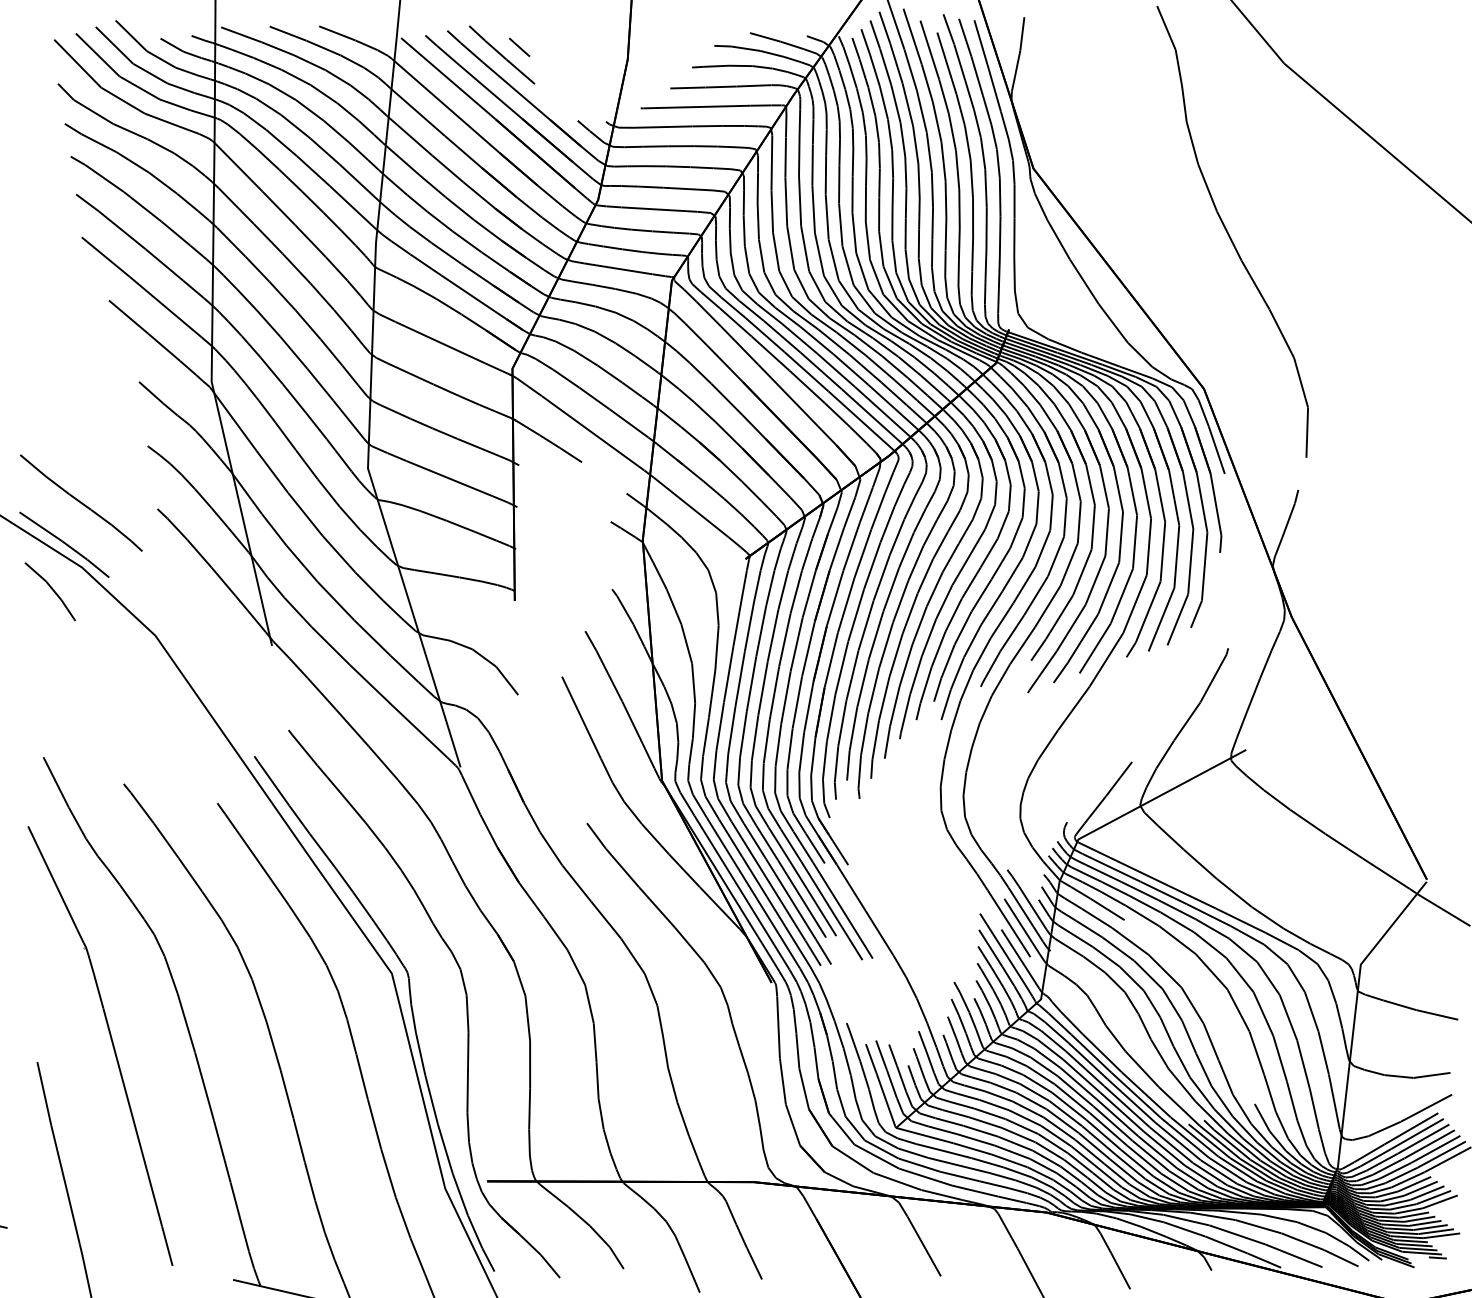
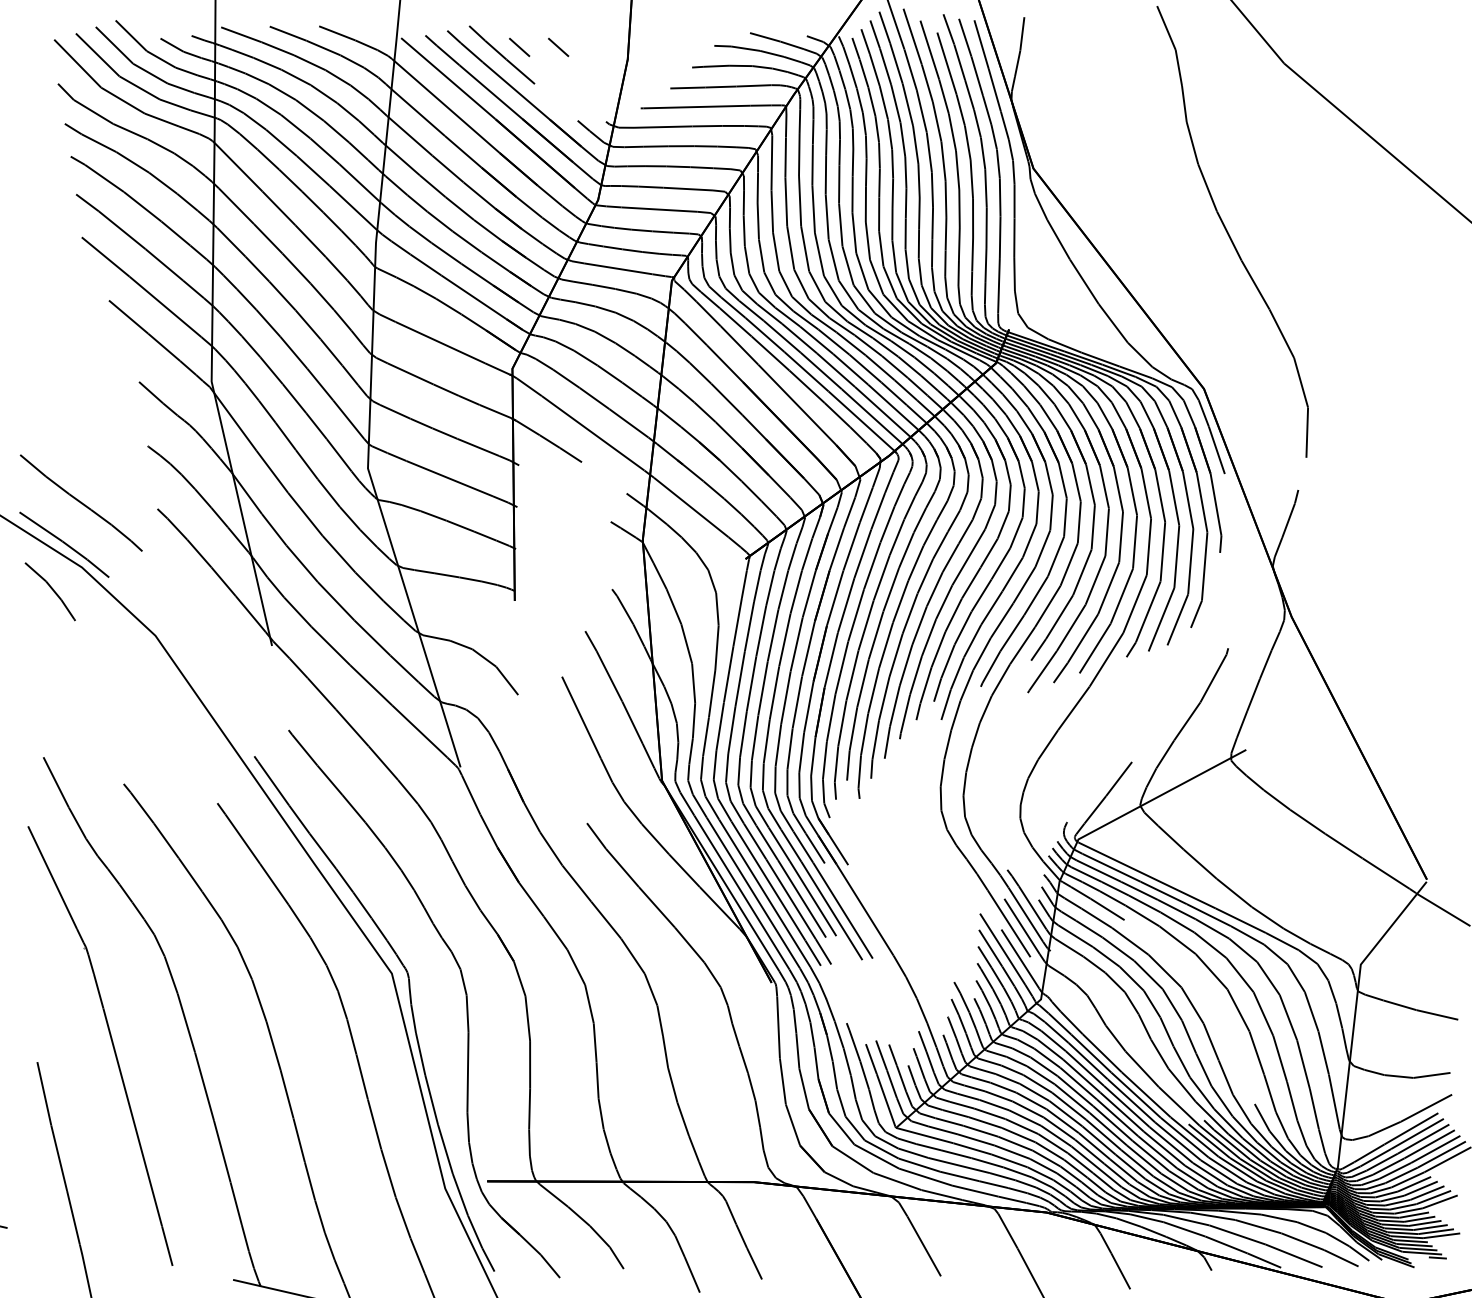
line at (558, 47): none -> present
